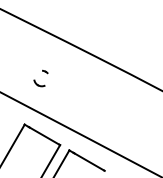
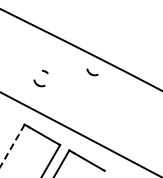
part at (92, 72): none -> present
line at (12, 146): solid -> dashed
